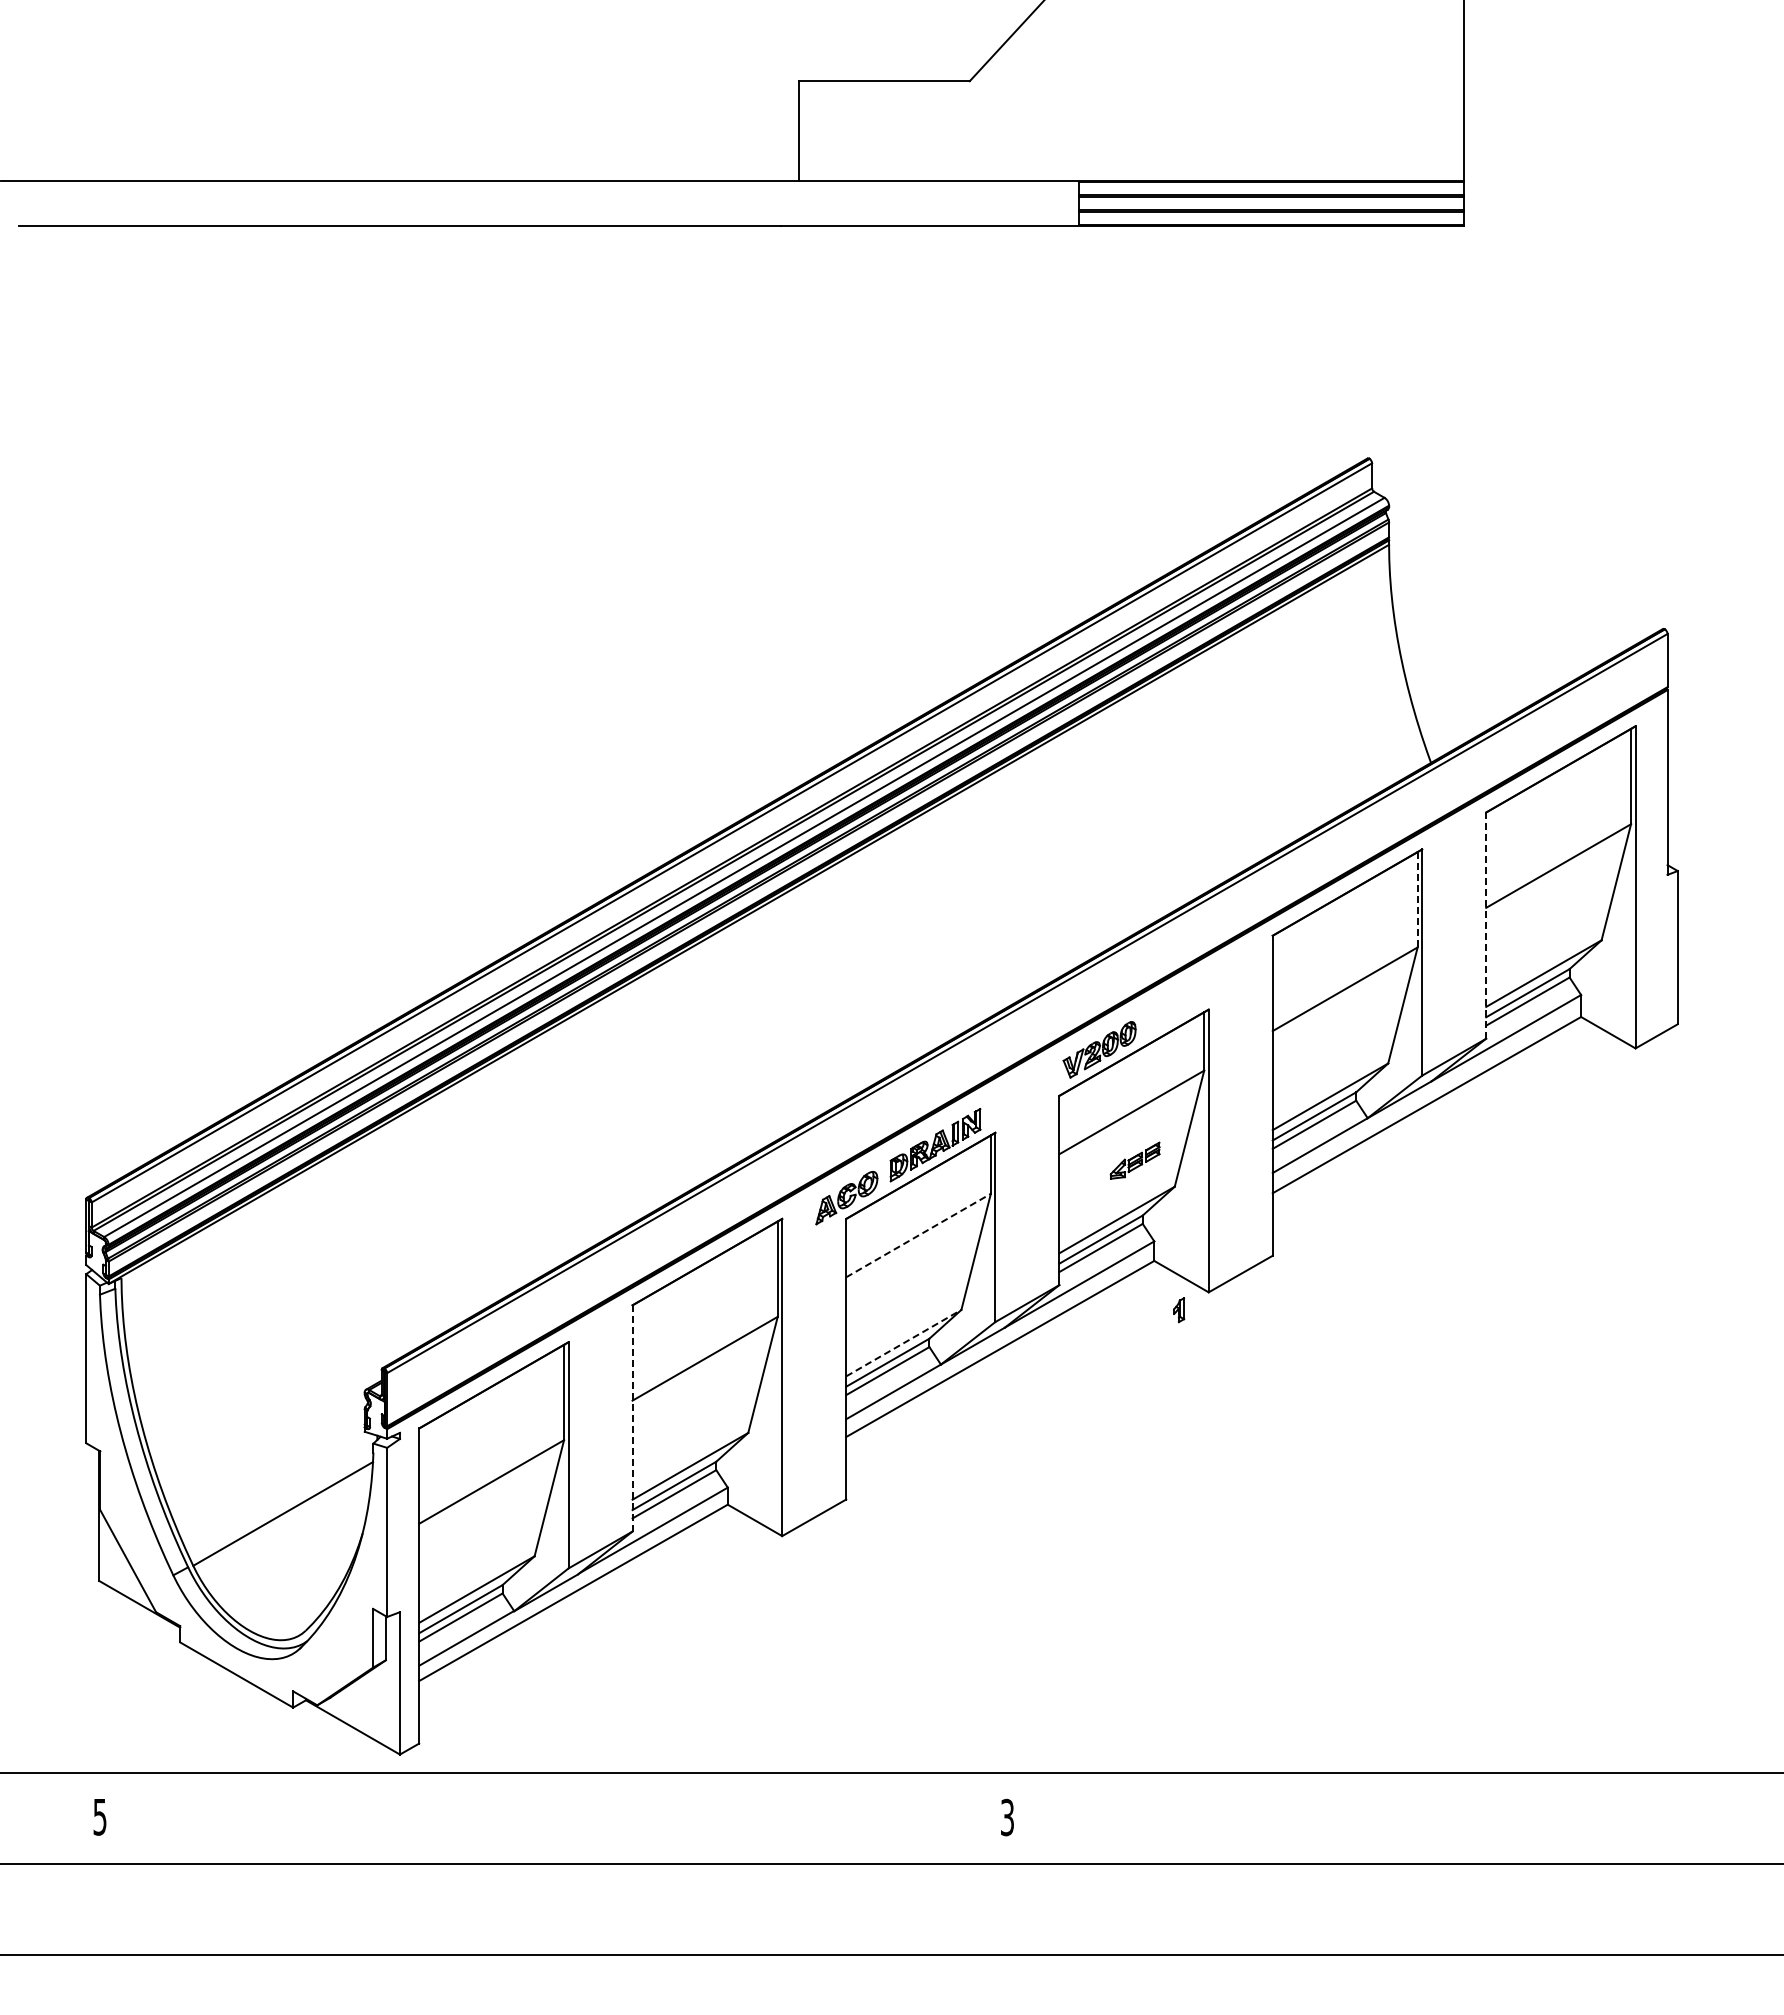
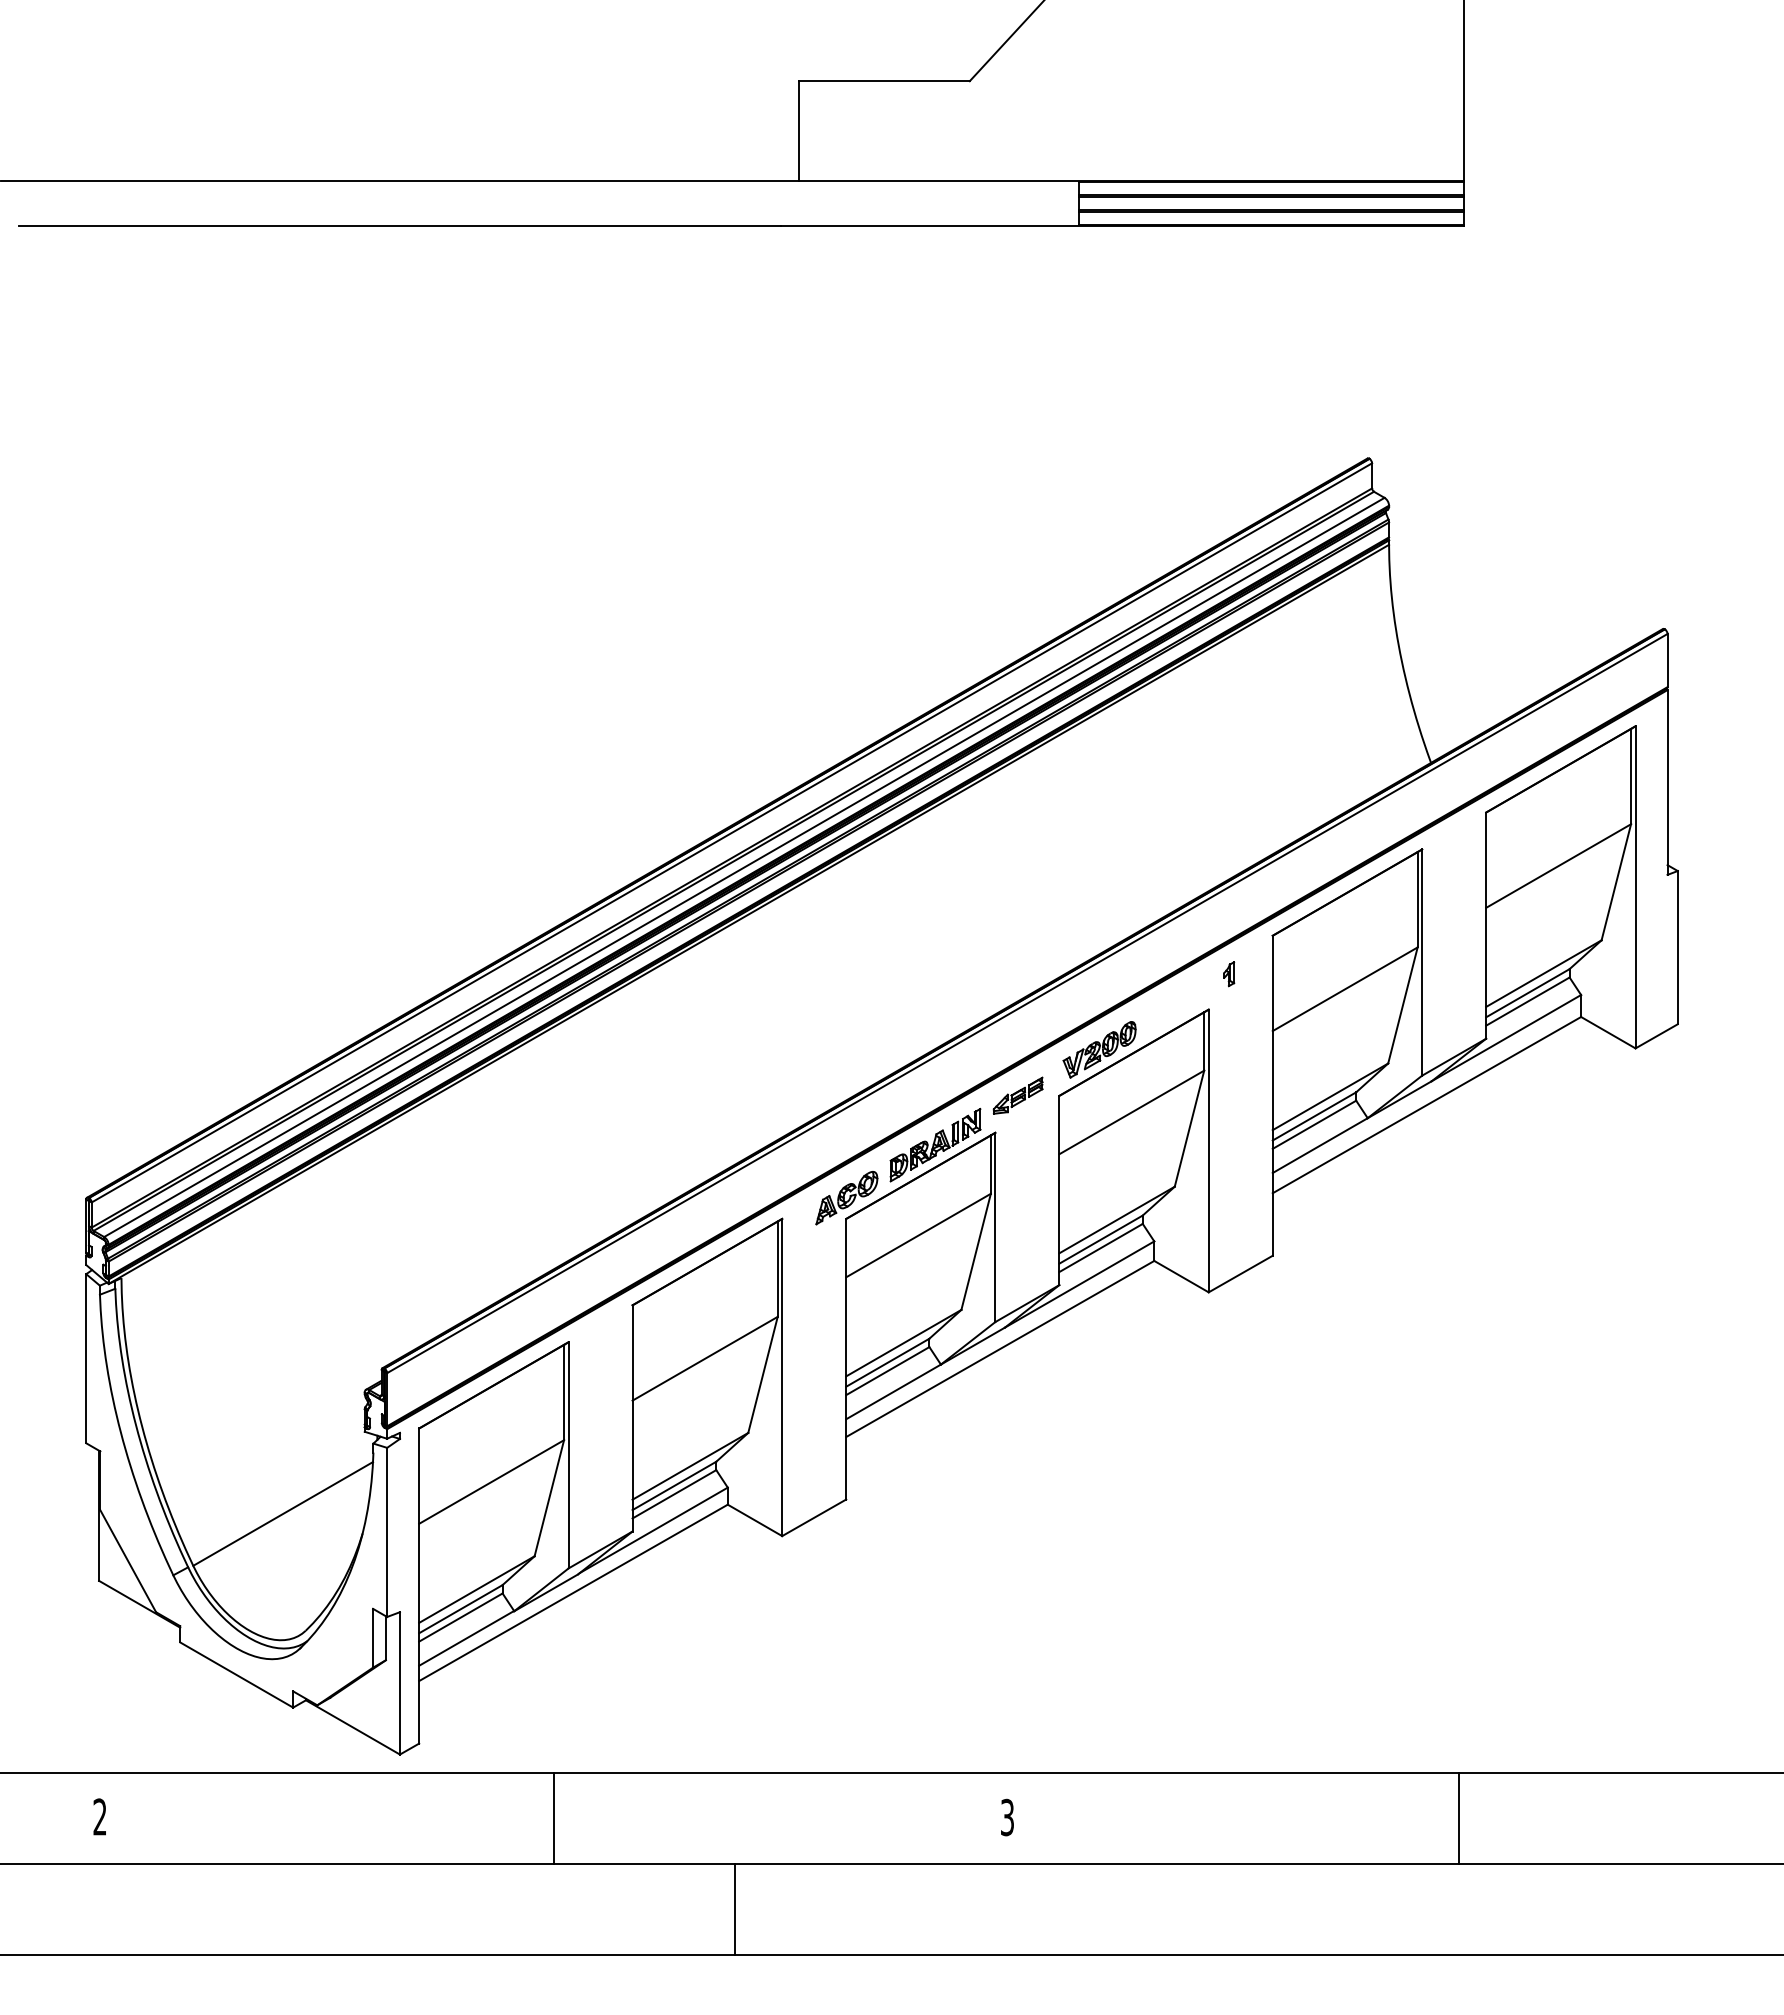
line at (1417, 899): dashed -> solid
line at (1486, 925): dashed -> solid
part at (1134, 1160) position: (1134, 1160) -> (1017, 1095)
line at (918, 1235): dashed -> solid
part at (1179, 1310) position: (1179, 1310) -> (1229, 974)
line at (904, 1342): dashed -> solid
line at (632, 1417): dashed -> solid
text at (99, 1816): 5 -> 2
line at (554, 1818): none -> present
line at (1459, 1818): none -> present
line at (735, 1909): none -> present
